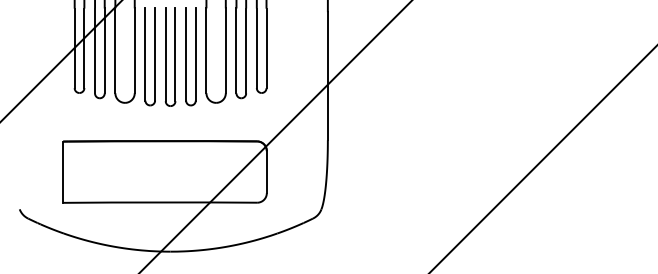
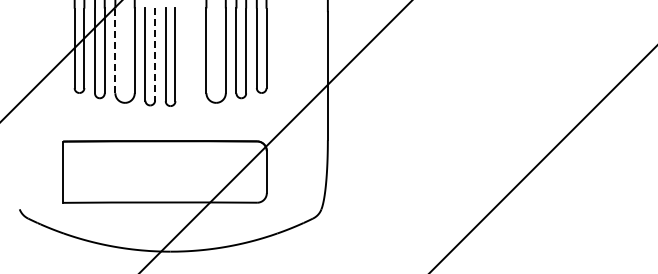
line at (115, 50): solid -> dashed
line at (155, 54): solid -> dashed
part at (190, 56): present -> none
